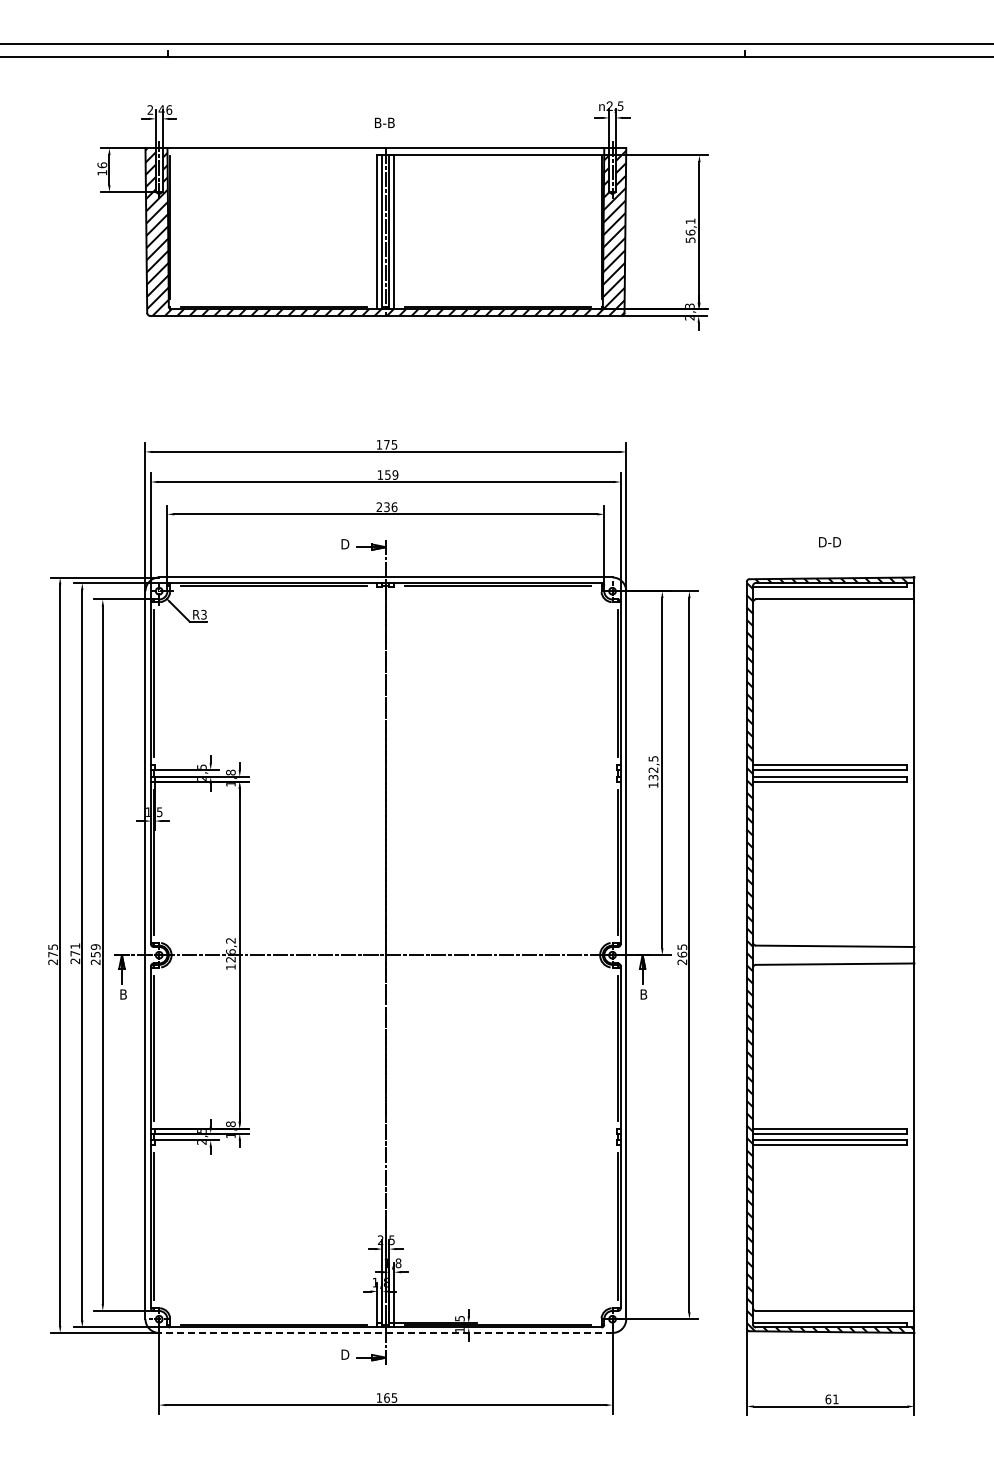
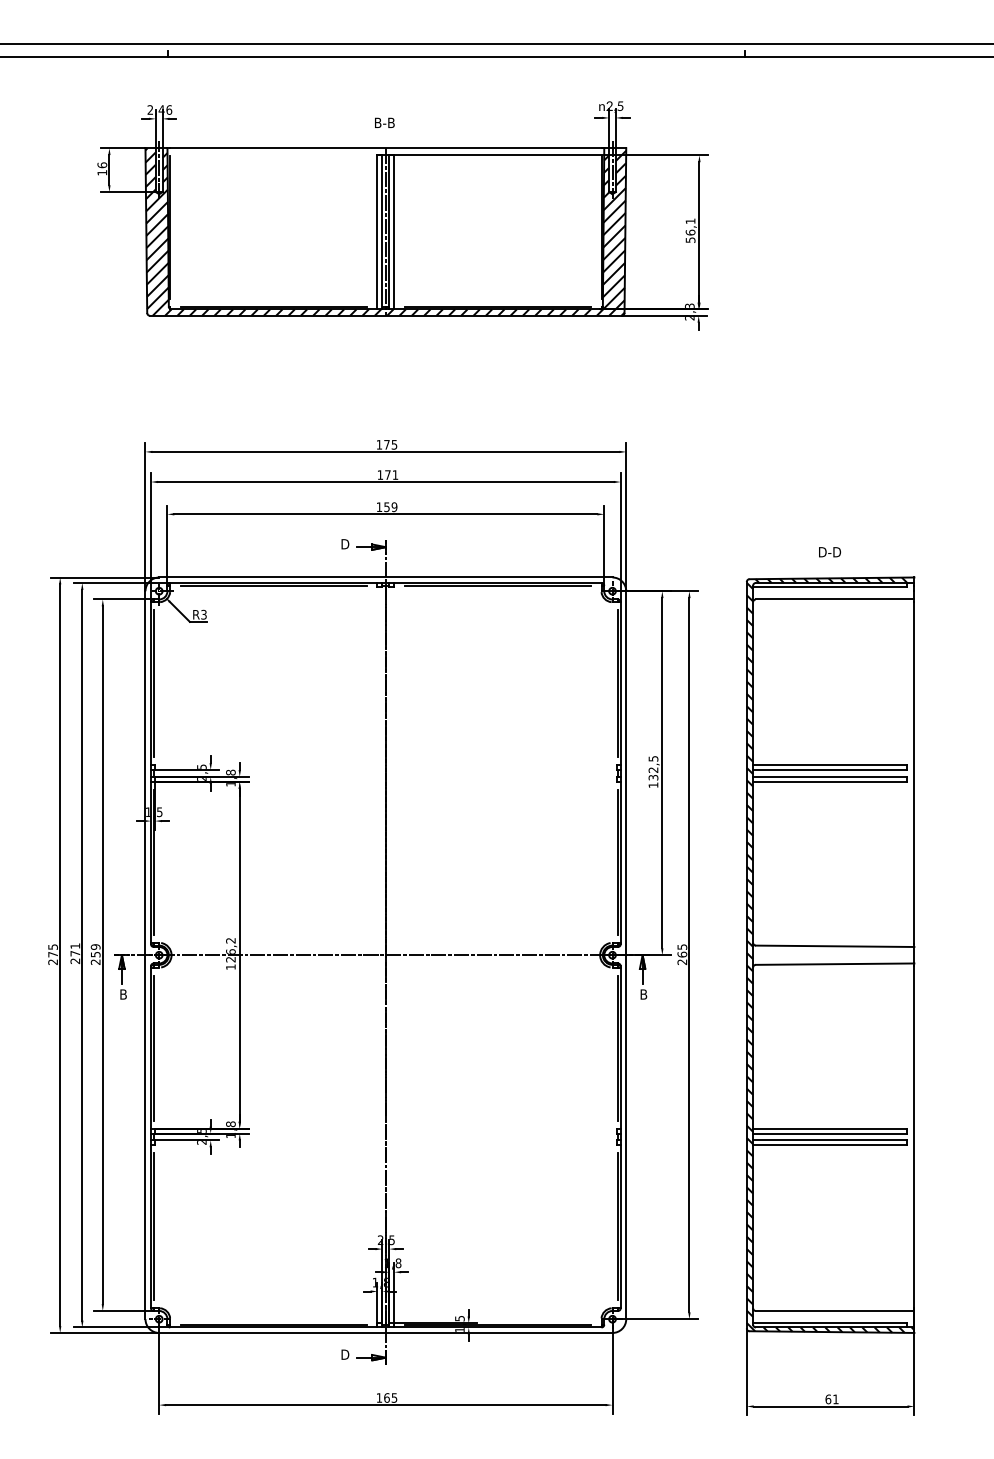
text at (391, 474): 159 -> 171
text at (386, 507): 236 -> 159
text at (829, 542) position: (829, 542) -> (829, 552)
line at (385, 1332): dashed -> solid
